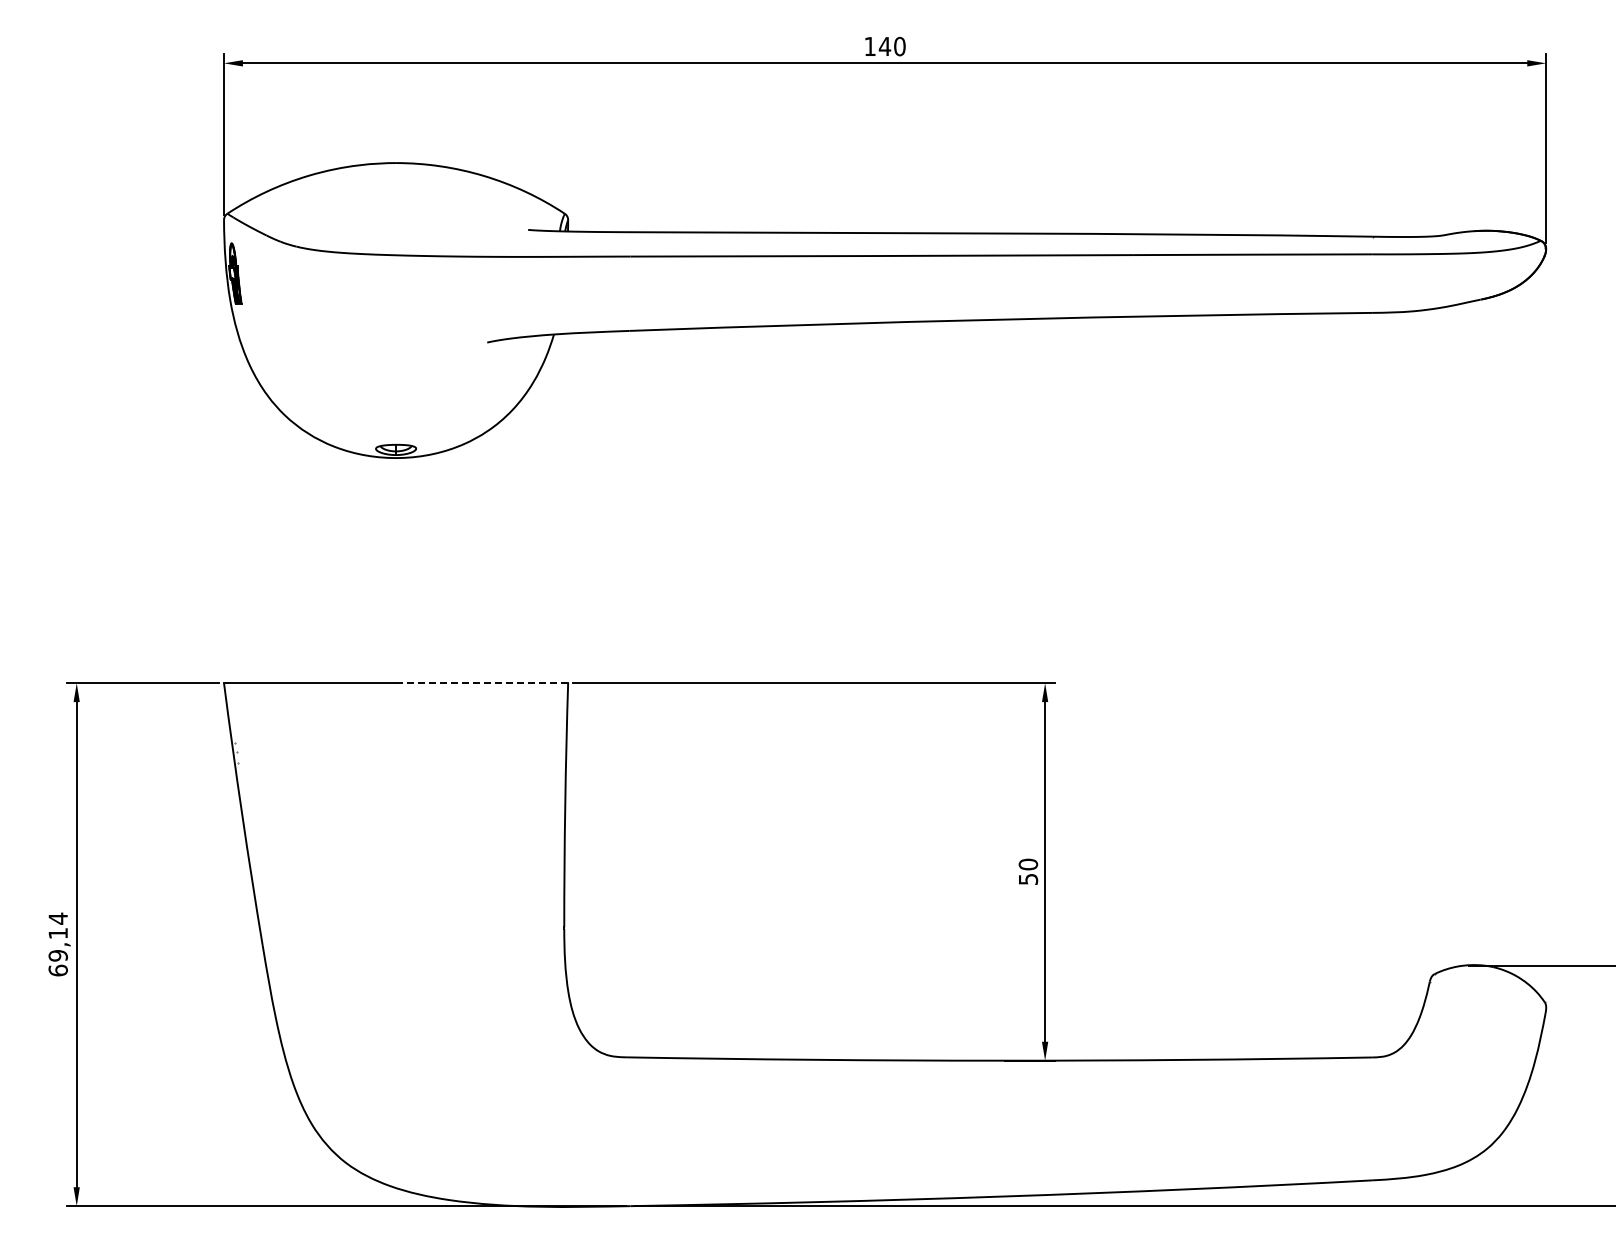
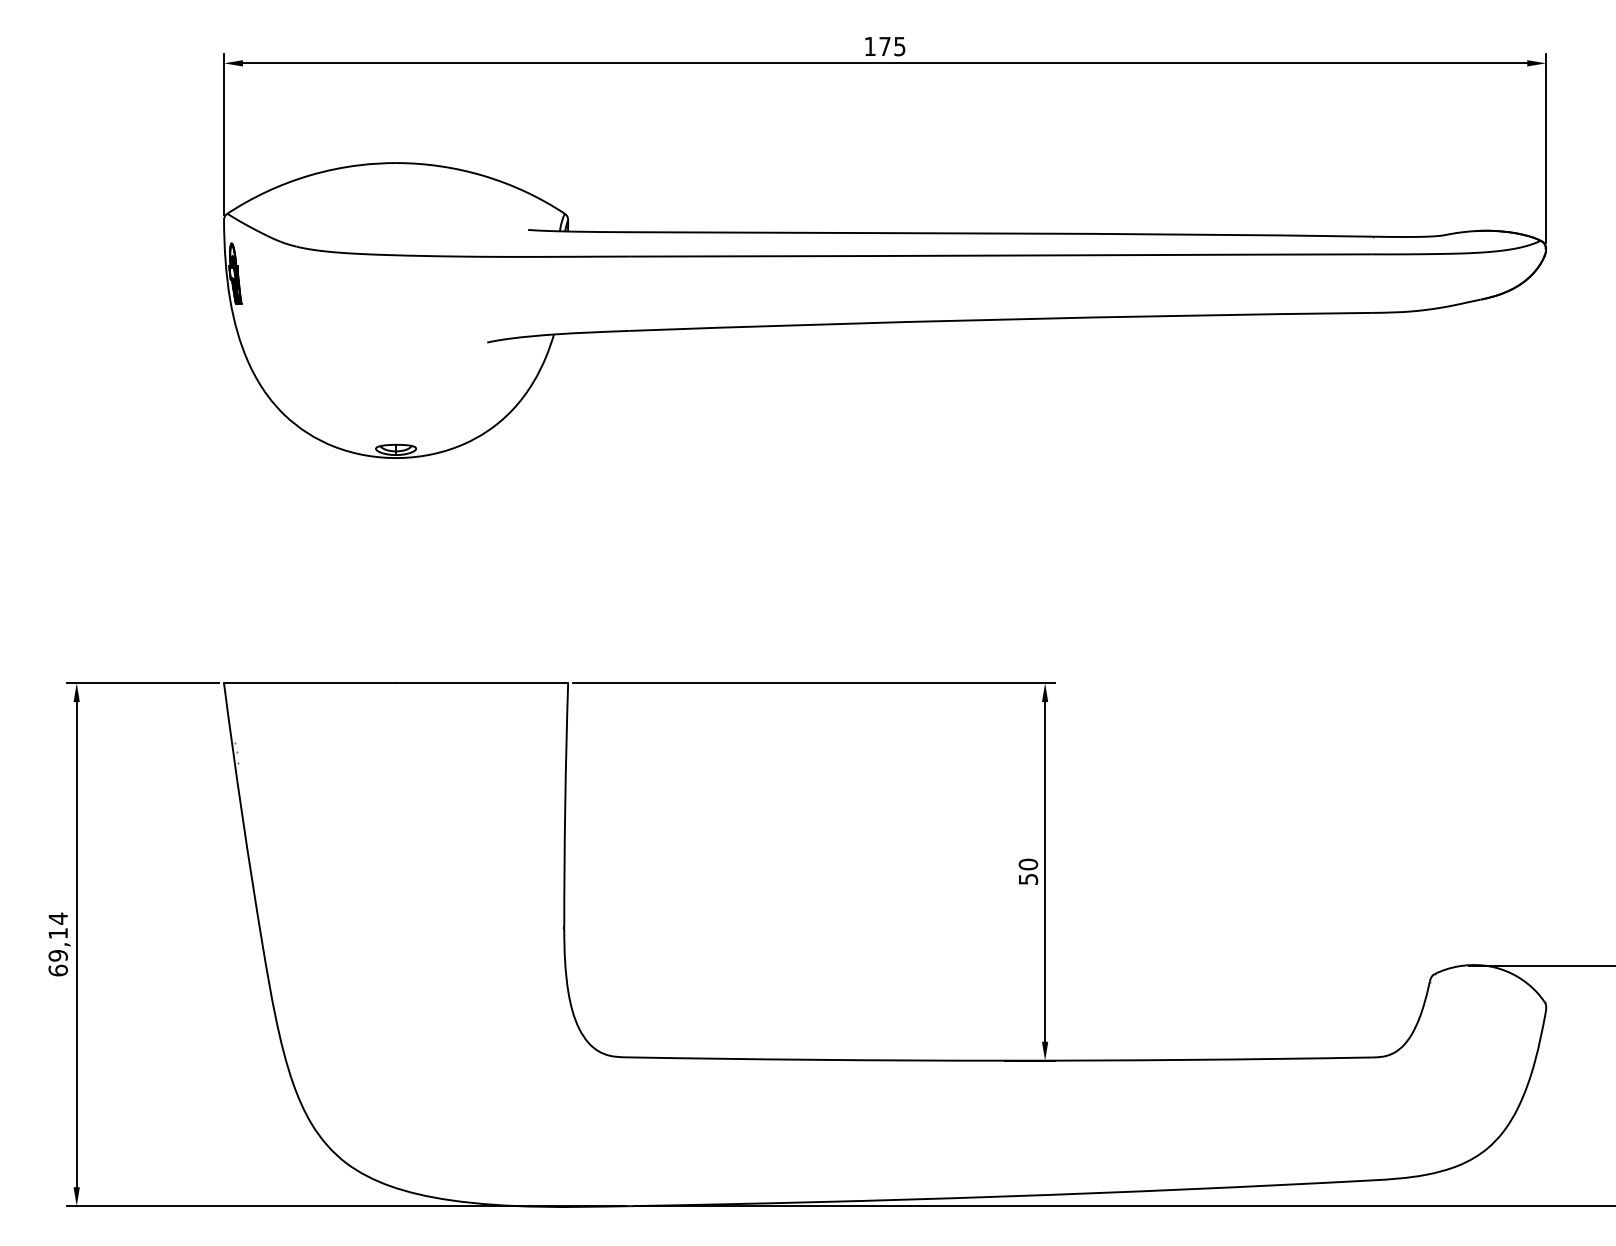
text at (891, 46): 140 -> 175
line at (480, 683): dashed -> solid
